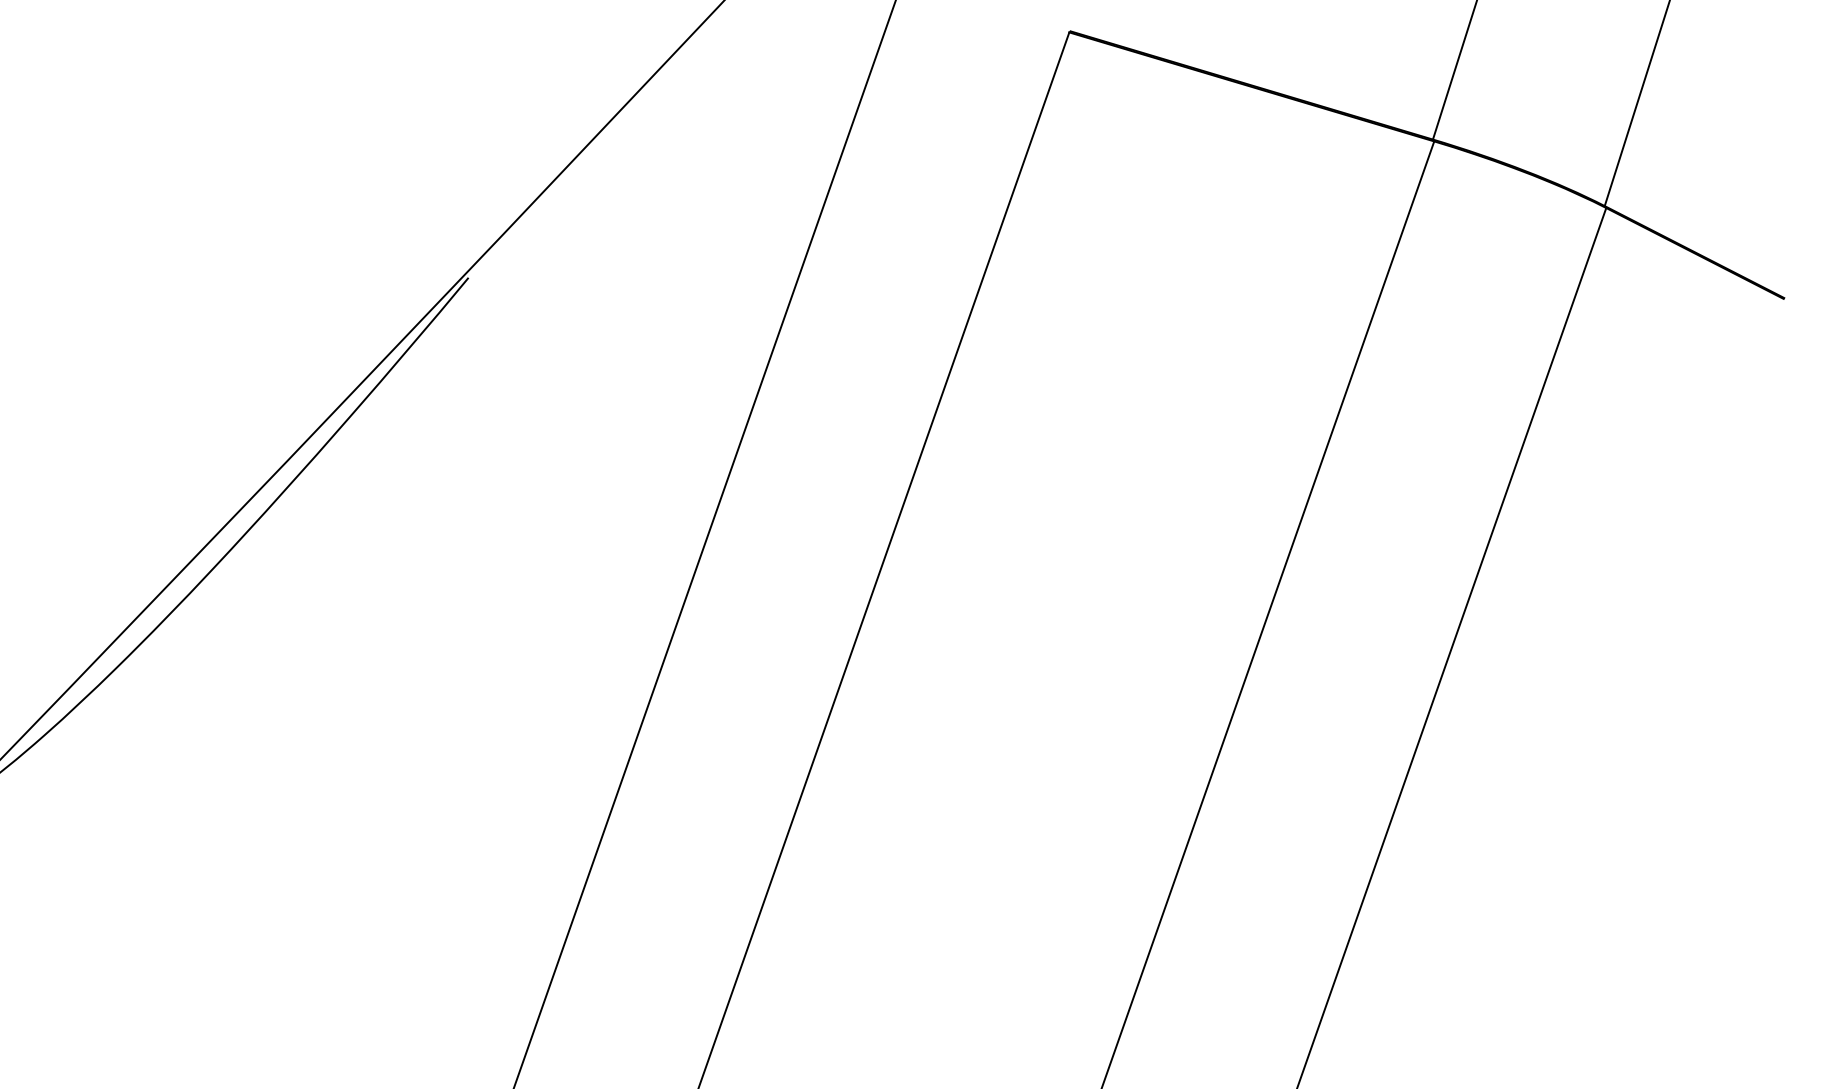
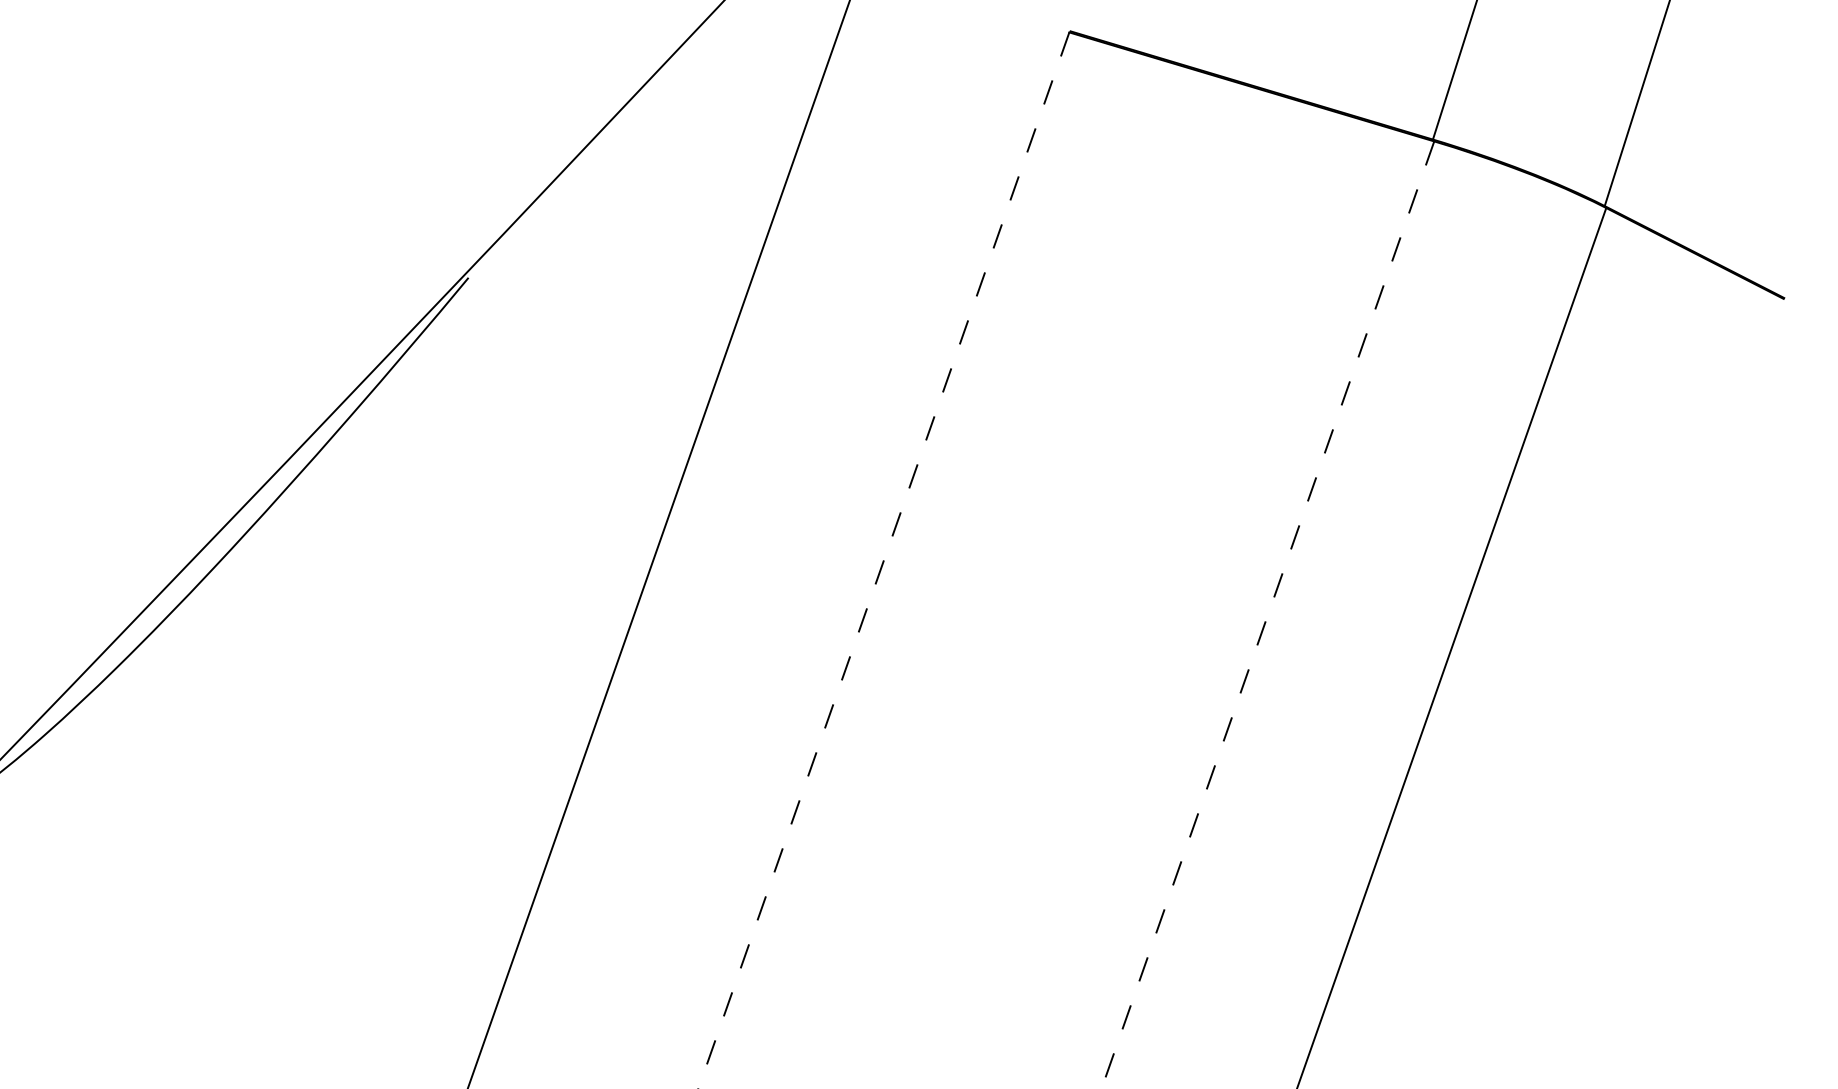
line at (704, 543) position: (704, 543) -> (658, 543)
line at (883, 560): solid -> dashed
line at (1267, 615): solid -> dashed
